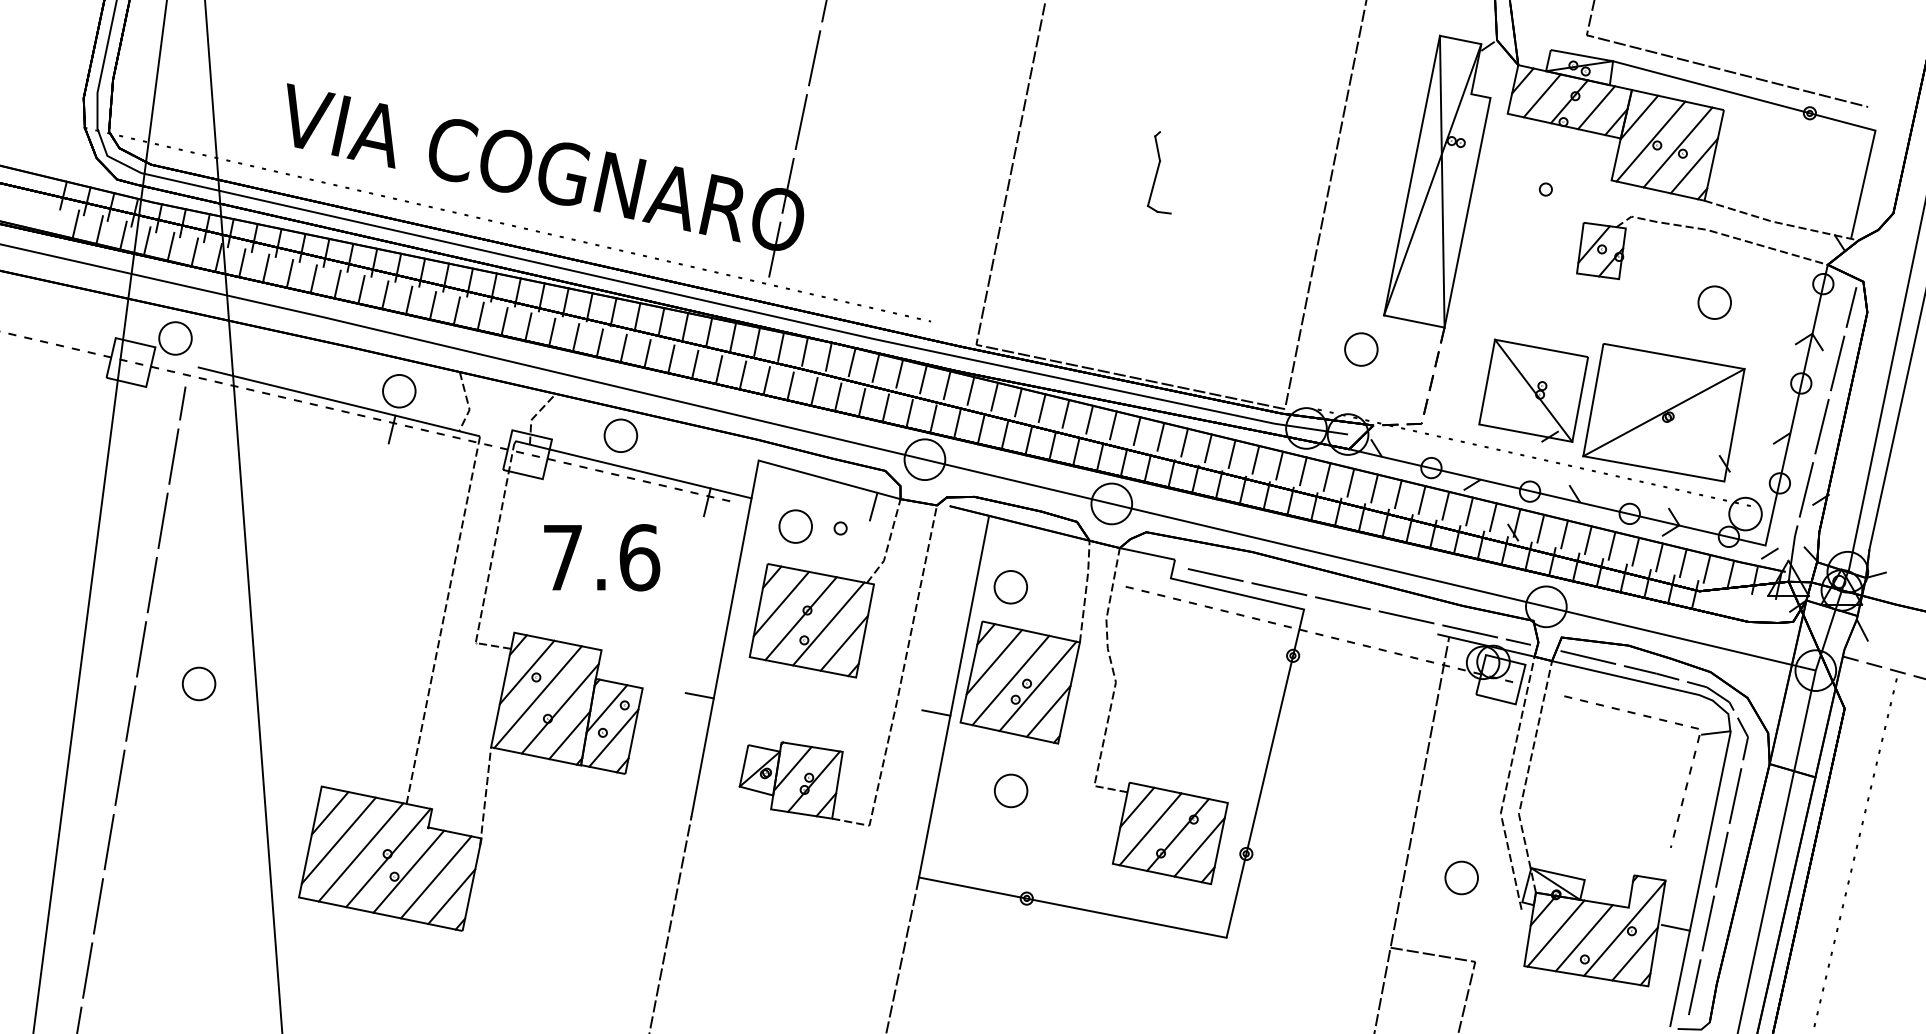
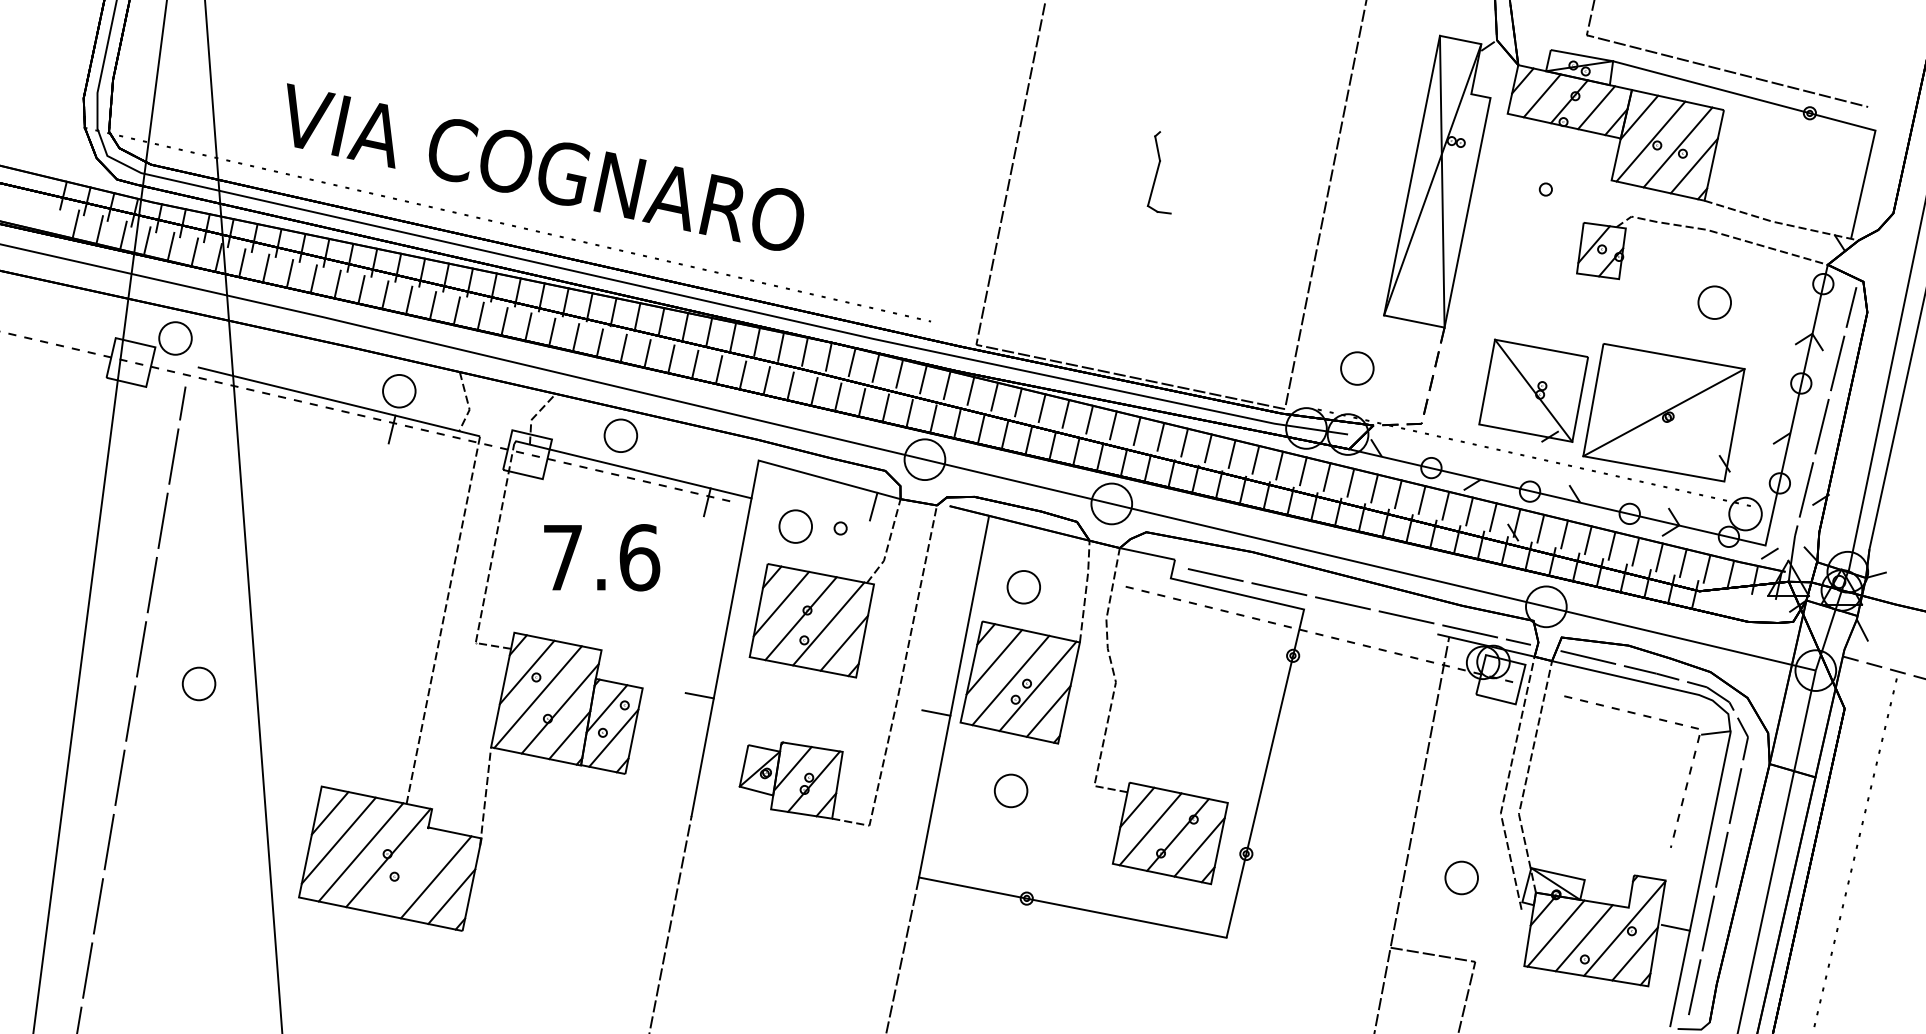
line at (797, 139): present -> none
part at (1361, 349) position: (1361, 349) -> (1357, 368)
part at (1010, 587) position: (1010, 587) -> (1023, 587)
line at (408, 871): present -> none
